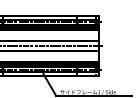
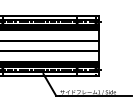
line at (52, 46): present -> none
